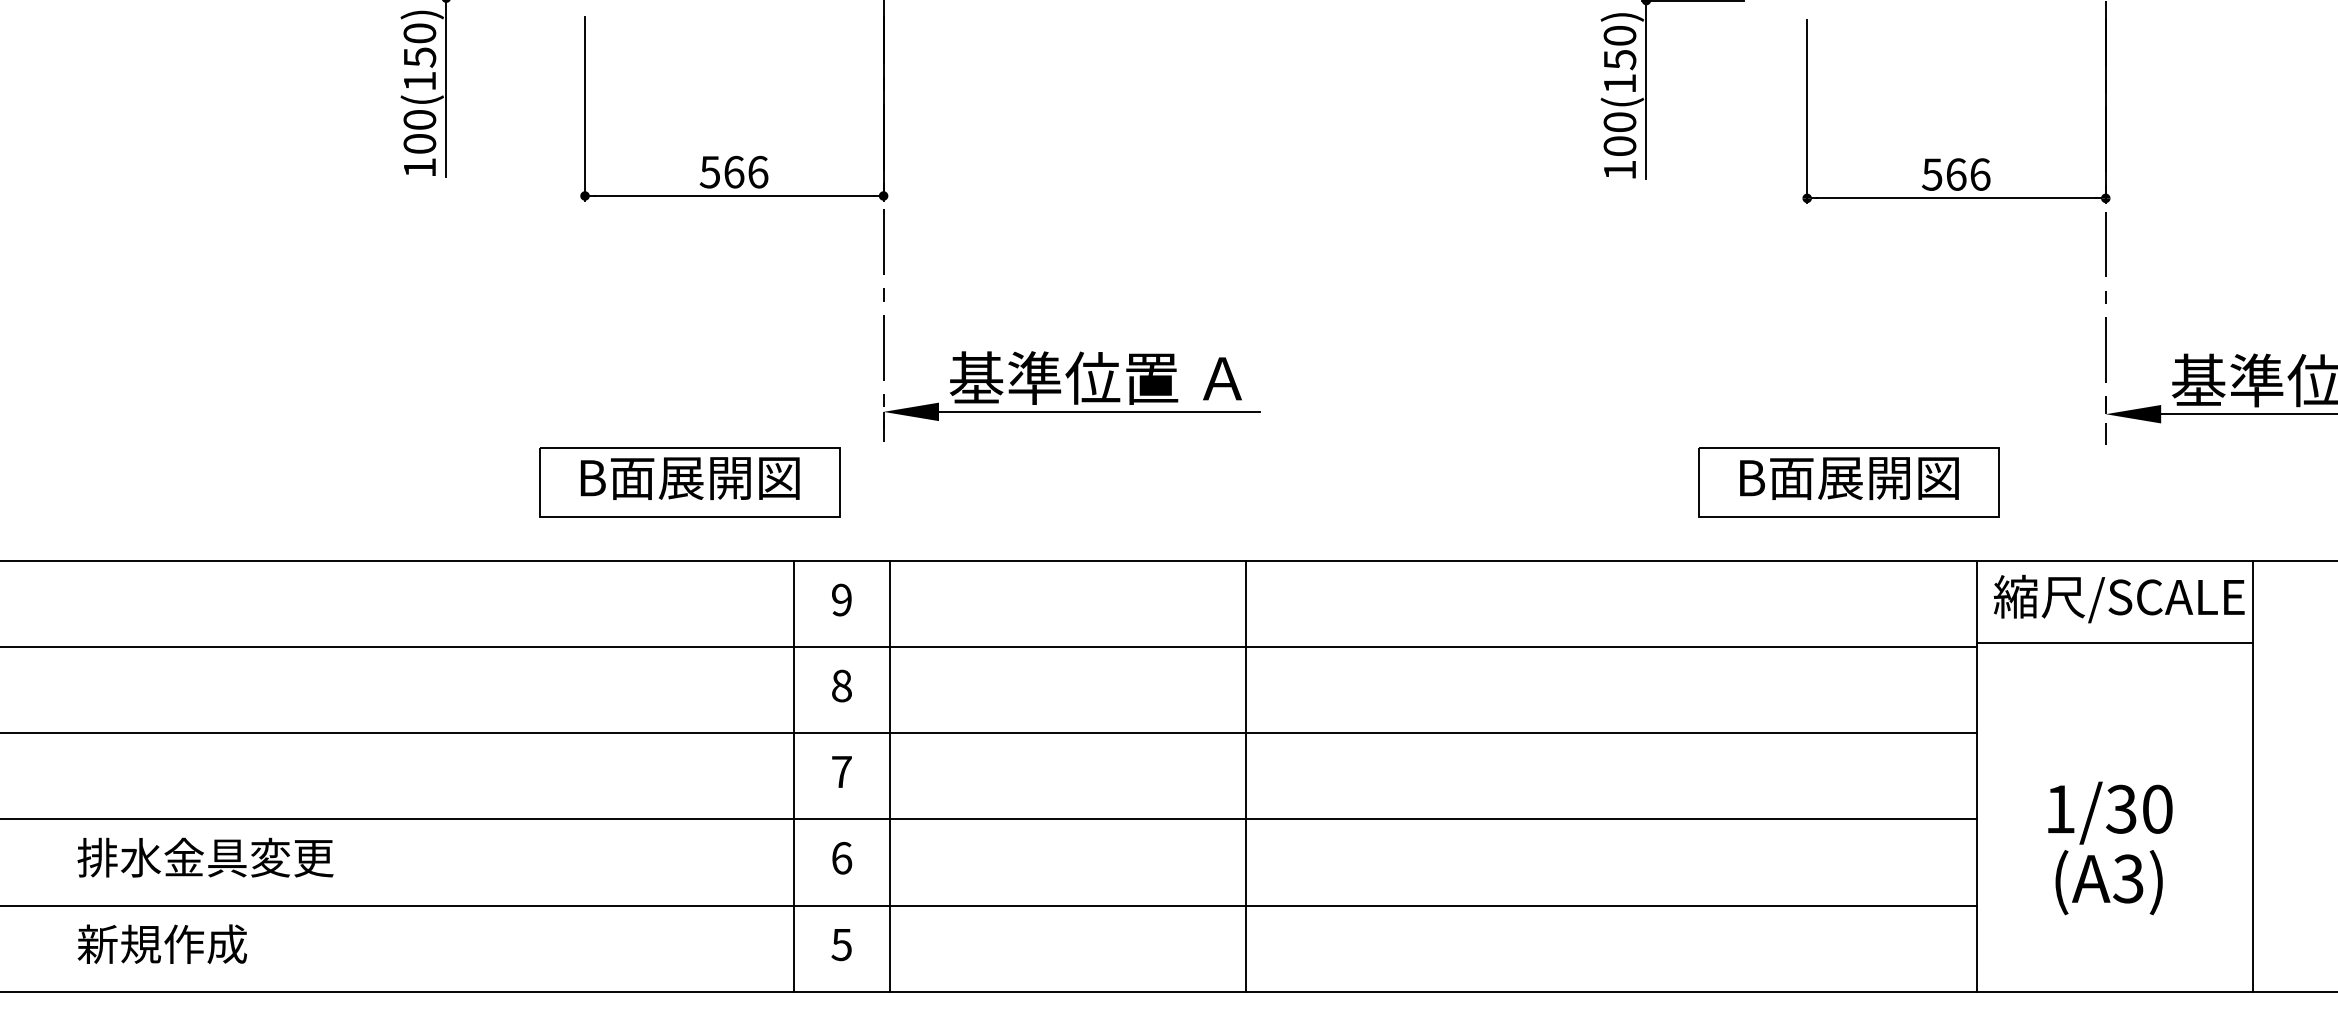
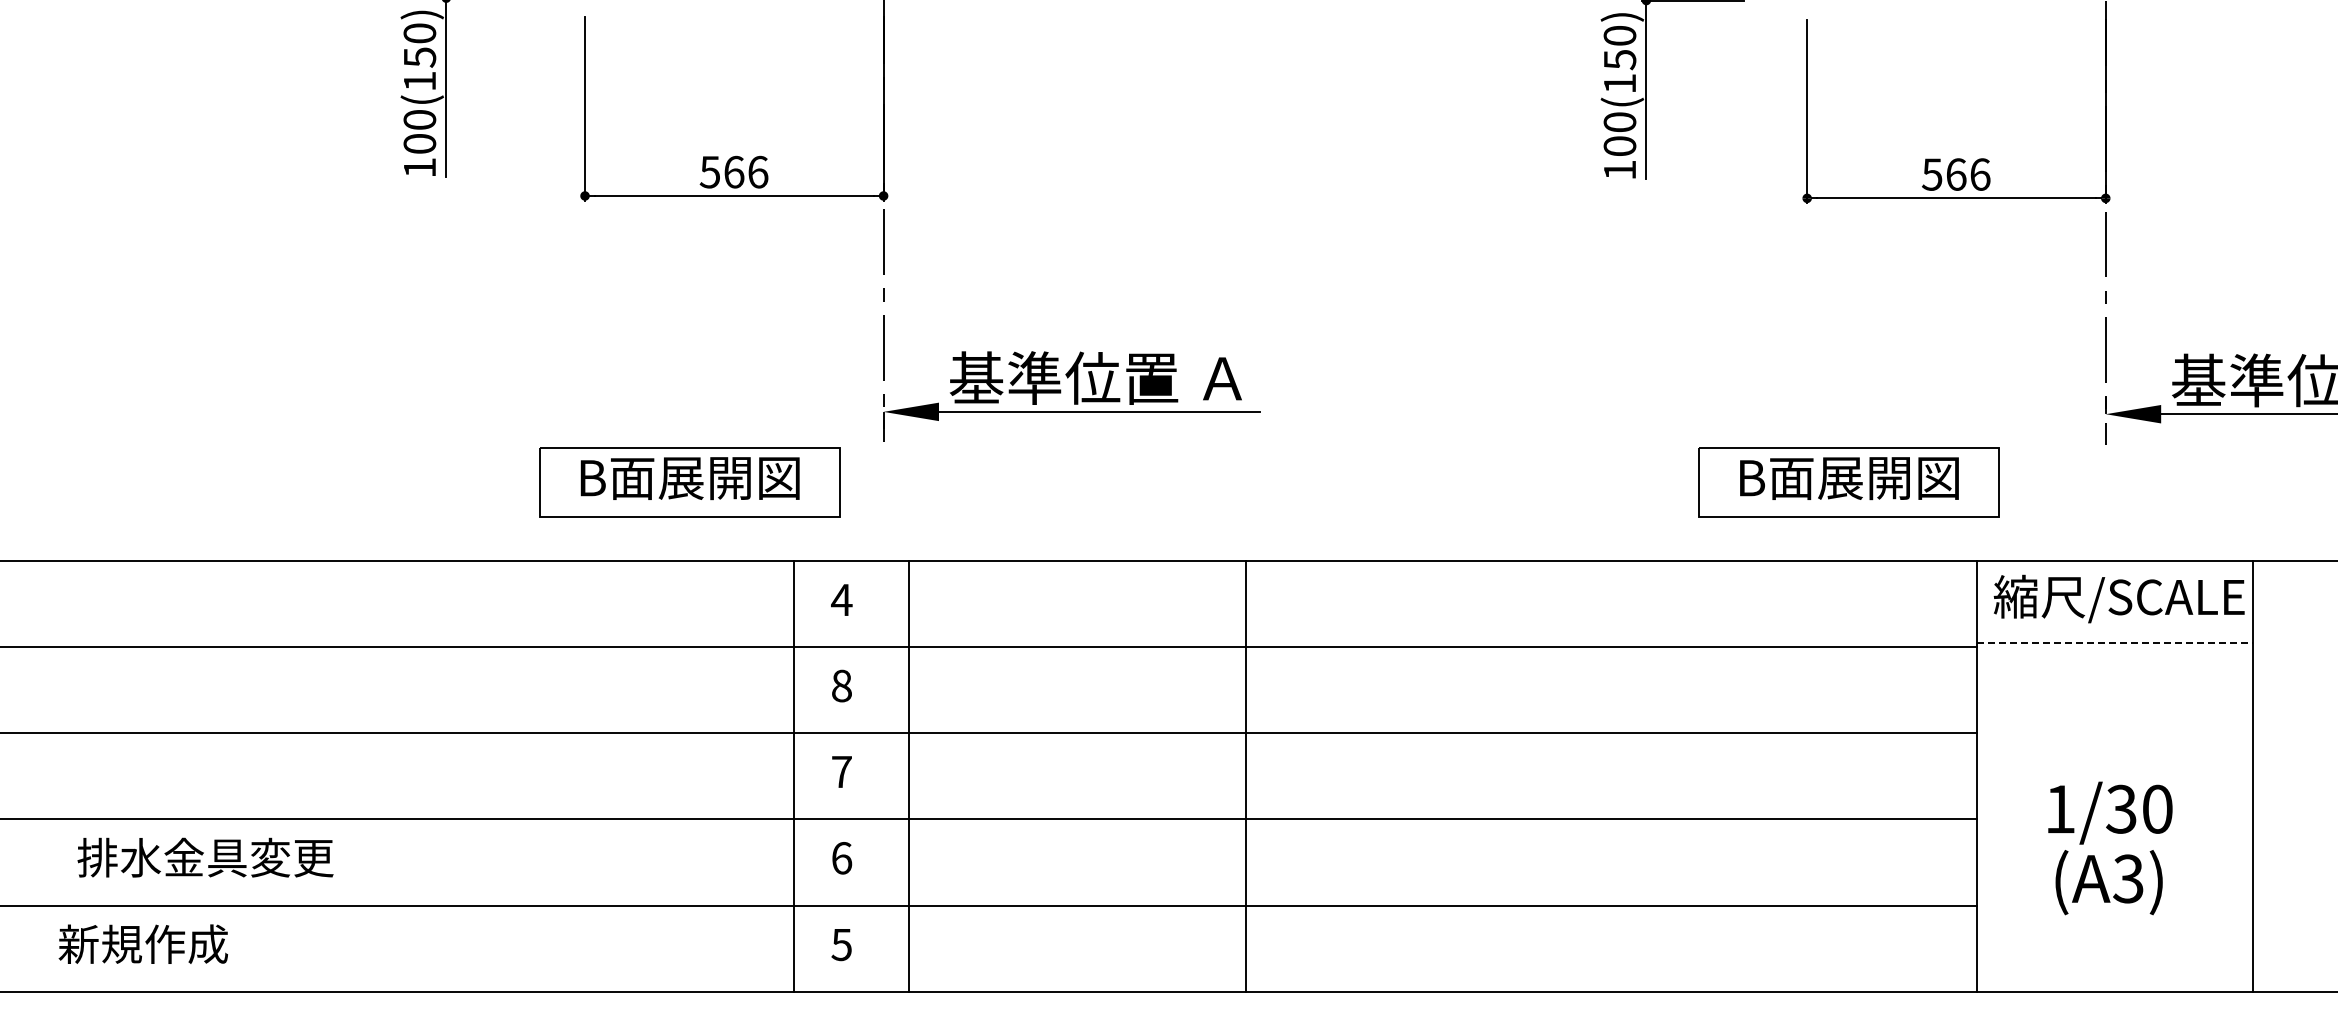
text at (841, 599): 9 -> 4
line at (2115, 642): solid -> dashed
line at (889, 776) position: (889, 776) -> (908, 776)
text at (161, 943) position: (161, 943) -> (142, 943)
